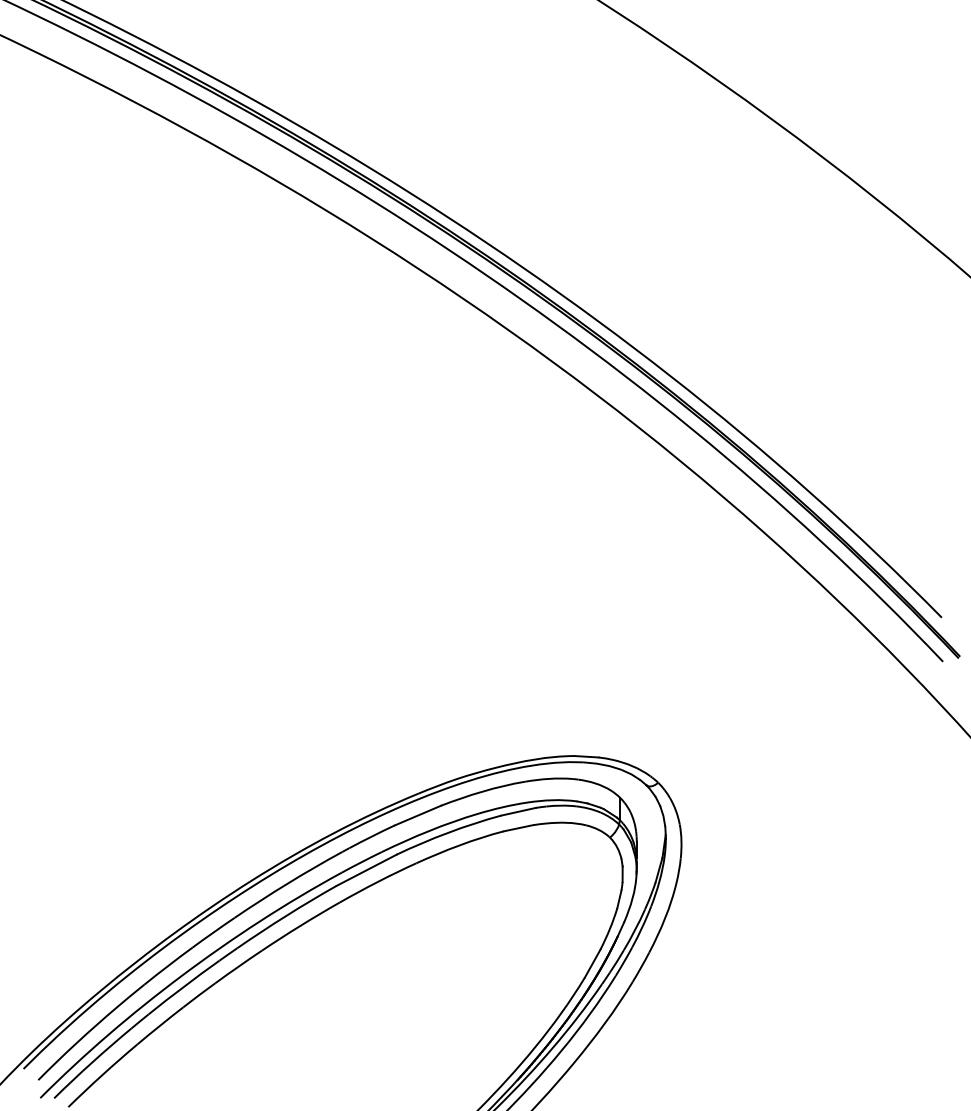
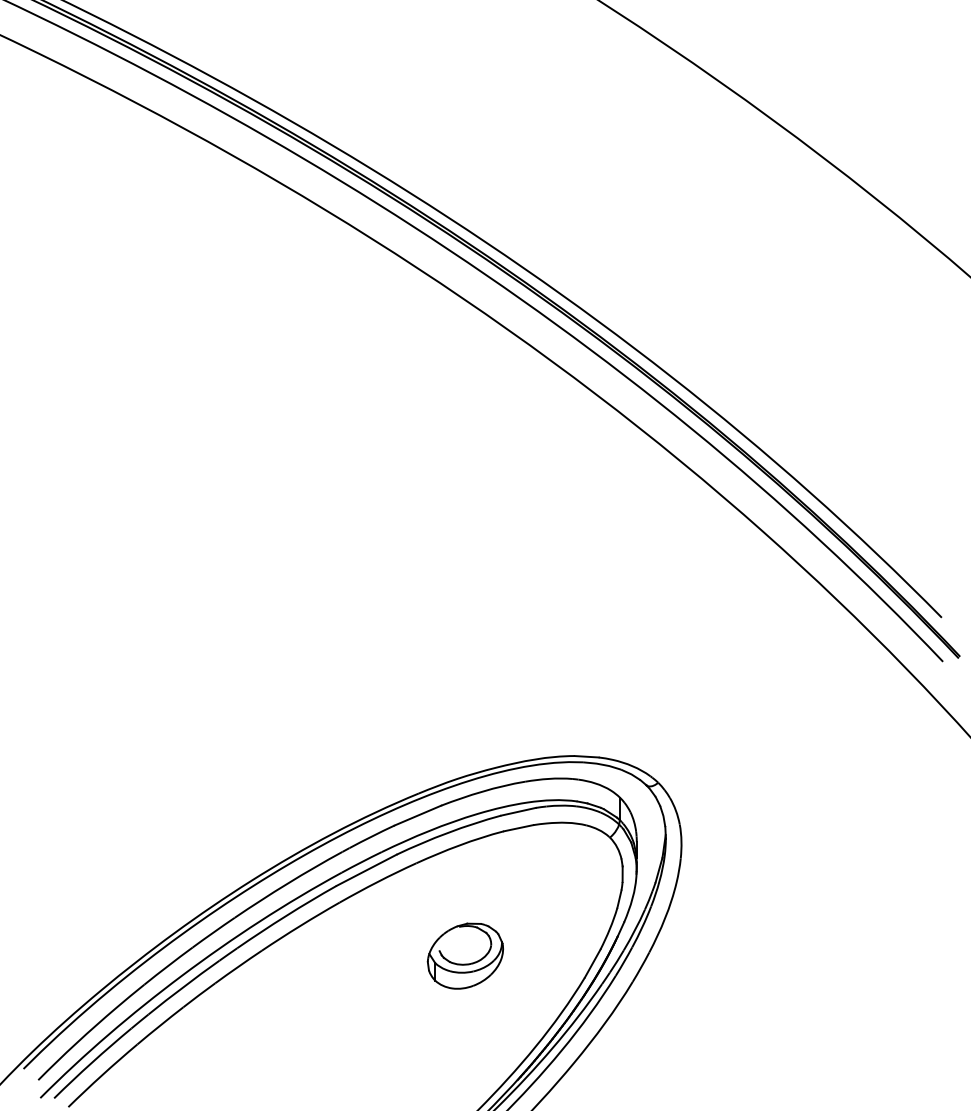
part at (464, 955): none -> present
